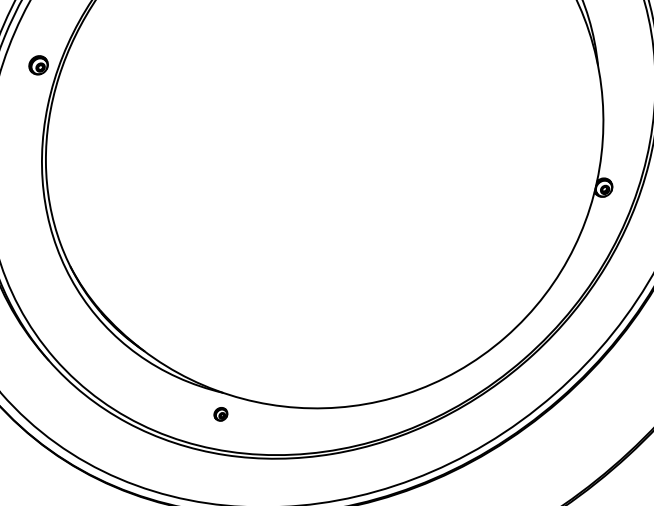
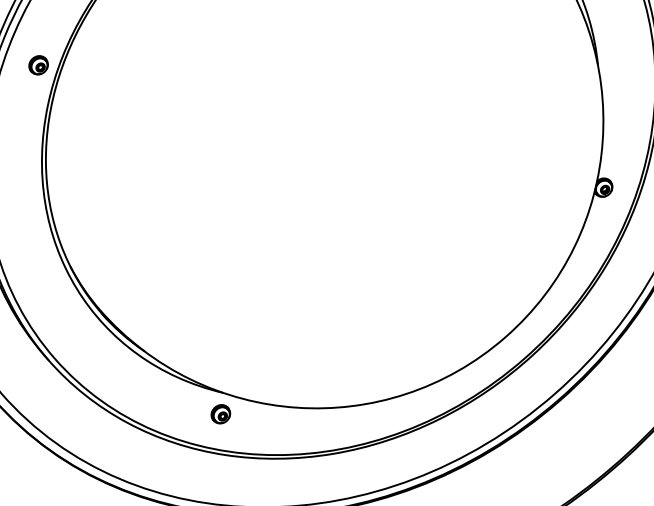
part at (220, 414) size: 16x15 px -> 22x21 px
